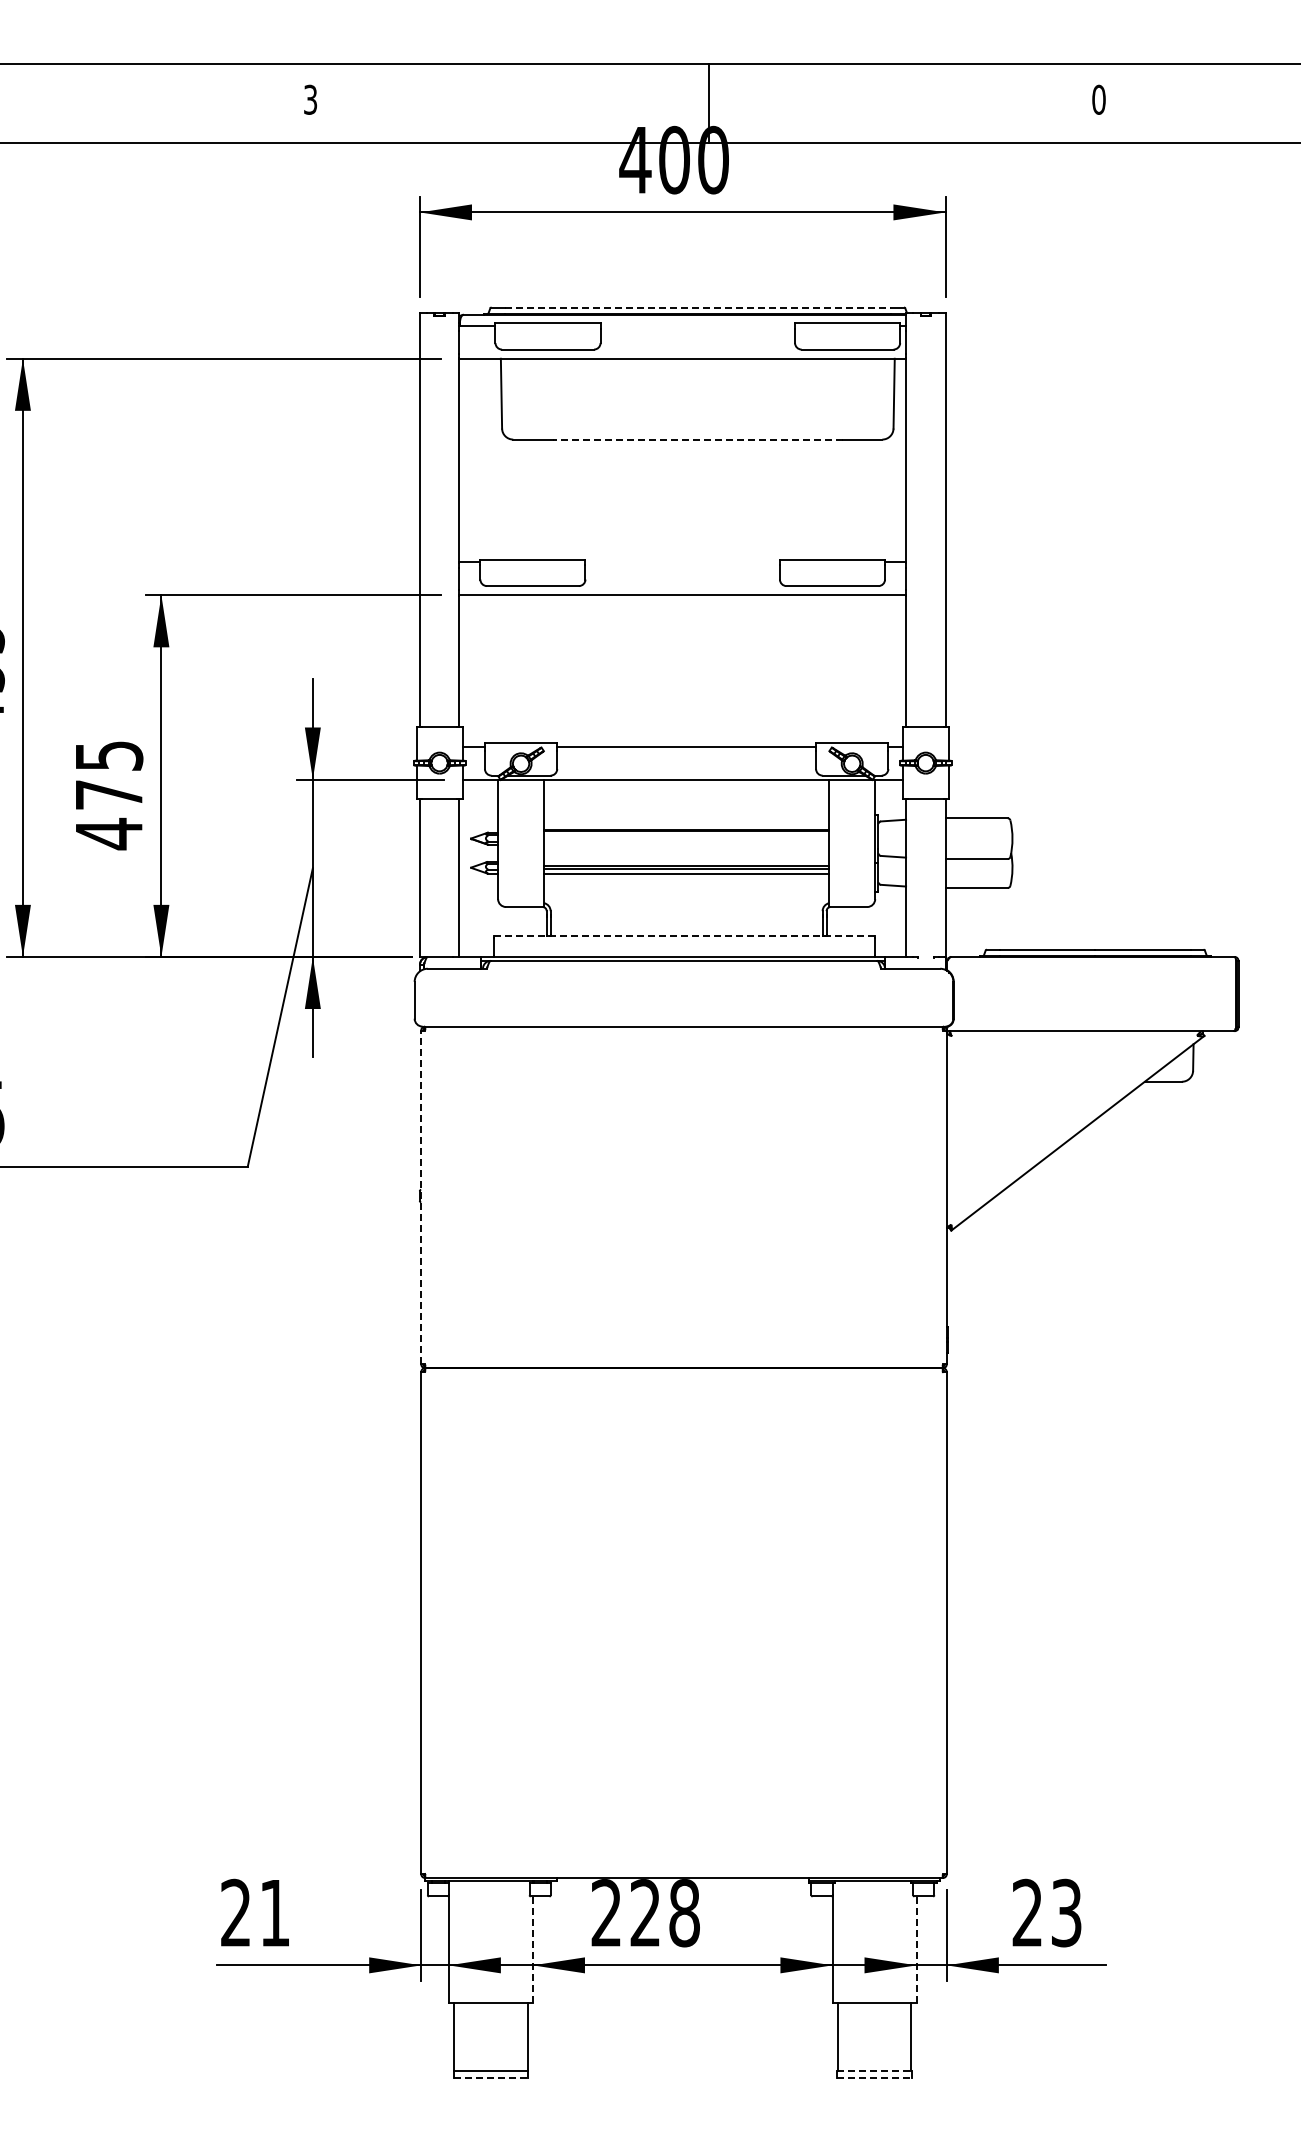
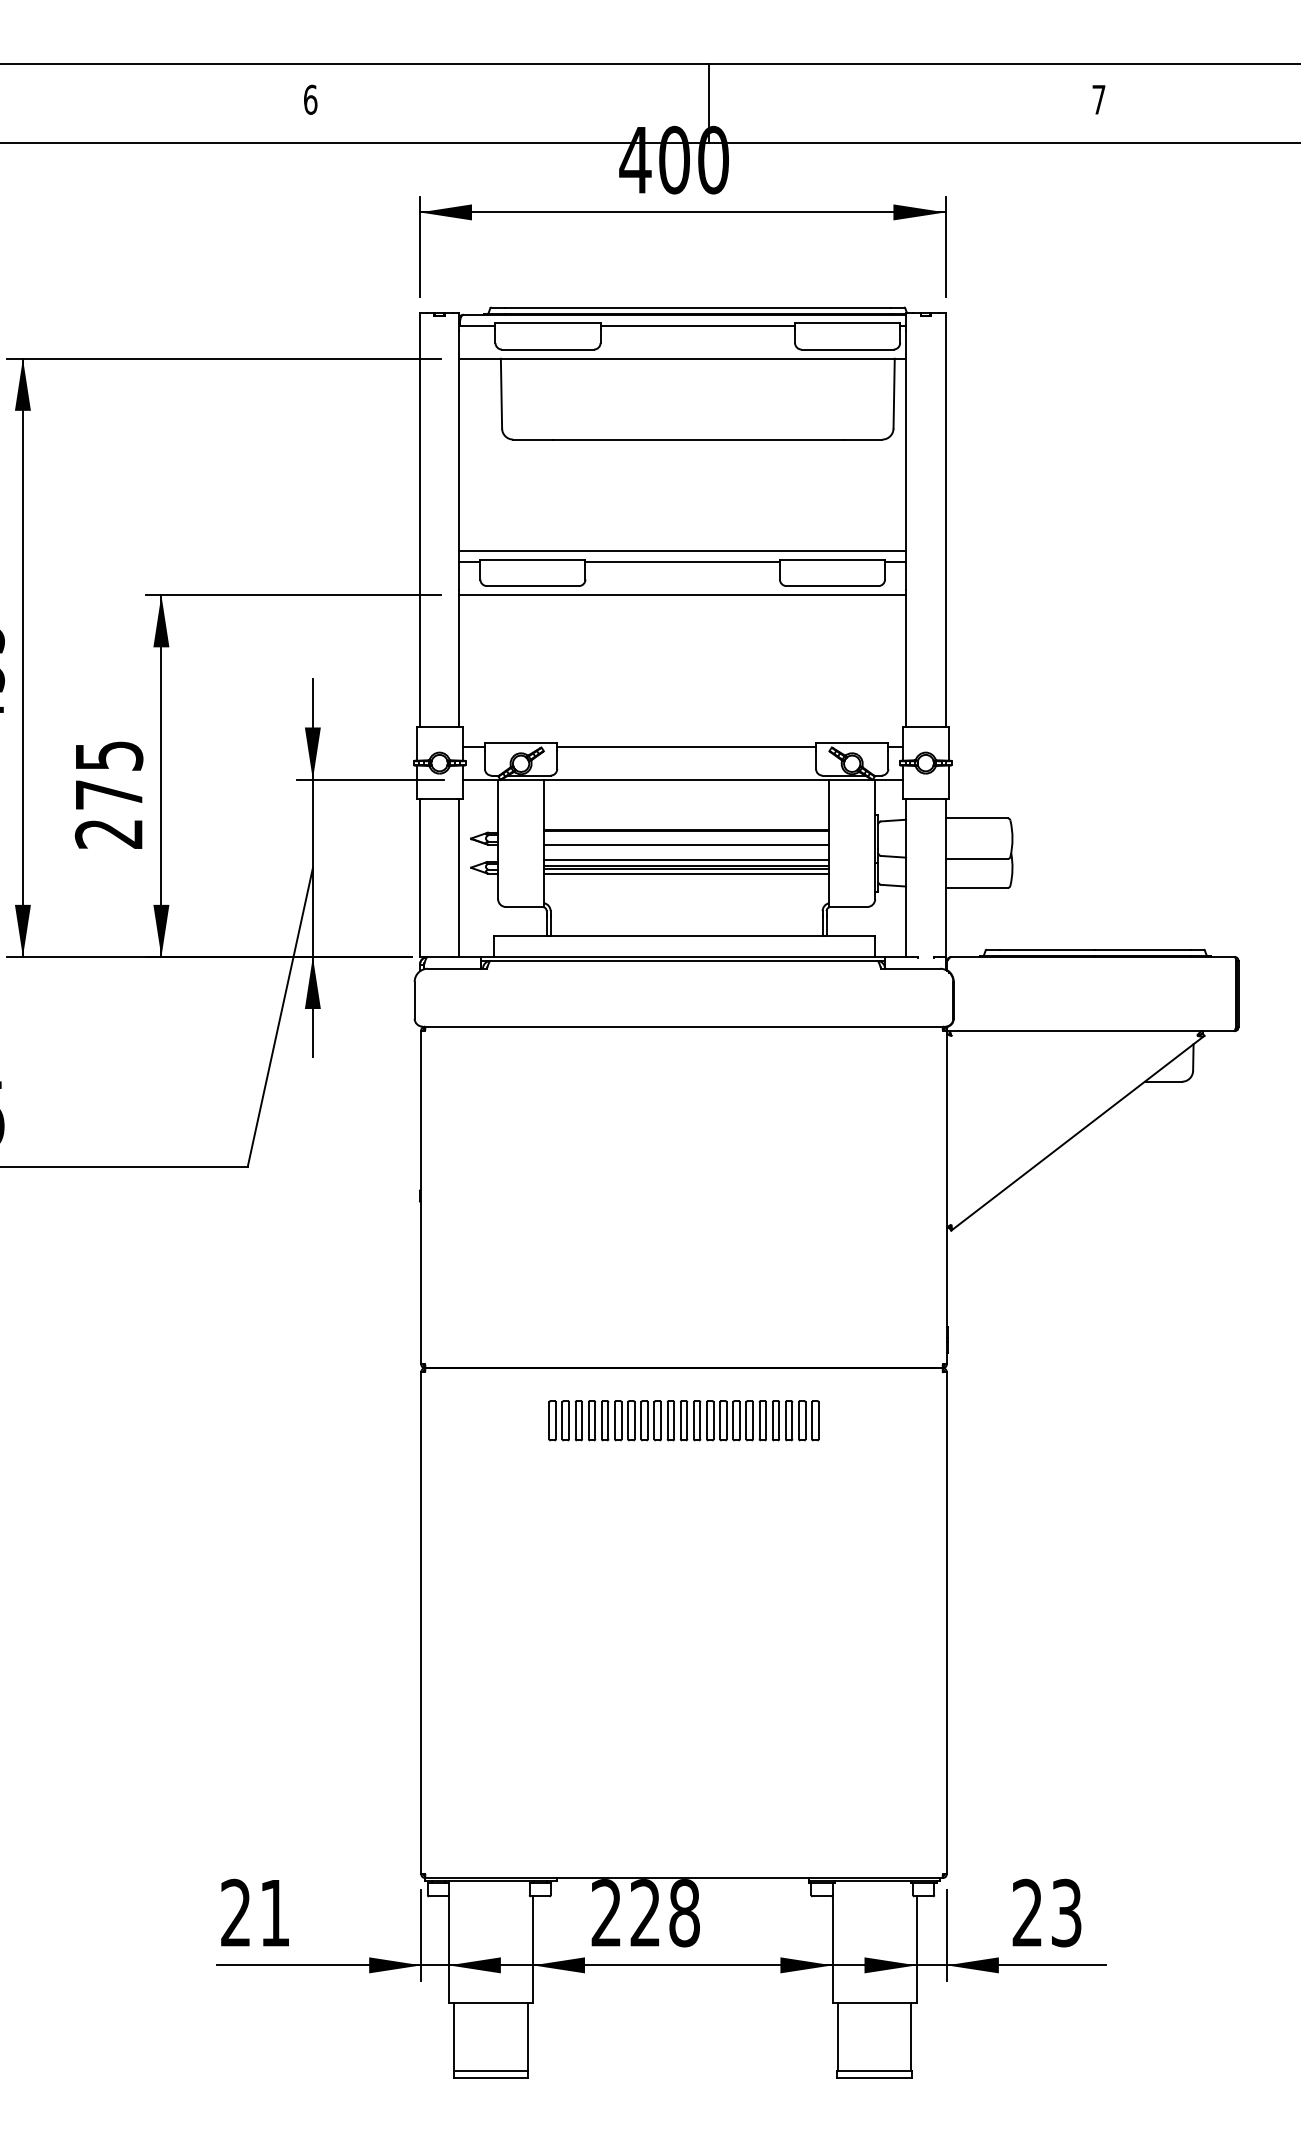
text at (310, 99): 3 -> 6
text at (1098, 99): 0 -> 7
line at (698, 307): dashed -> solid
line at (697, 325): none -> present
line at (697, 439): dashed -> solid
line at (682, 551): none -> present
line at (682, 562): none -> present
text at (108, 833): 475 -> 275
line at (686, 845): none -> present
line at (686, 860): none -> present
line at (684, 936): dashed -> solid
line at (421, 1197): dashed -> solid
part at (683, 1420): none -> present
line at (532, 1949): dashed -> solid
line at (916, 1949): dashed -> solid
line at (875, 2071): dashed -> solid
line at (491, 2077): dashed -> solid
line at (875, 2077): dashed -> solid
